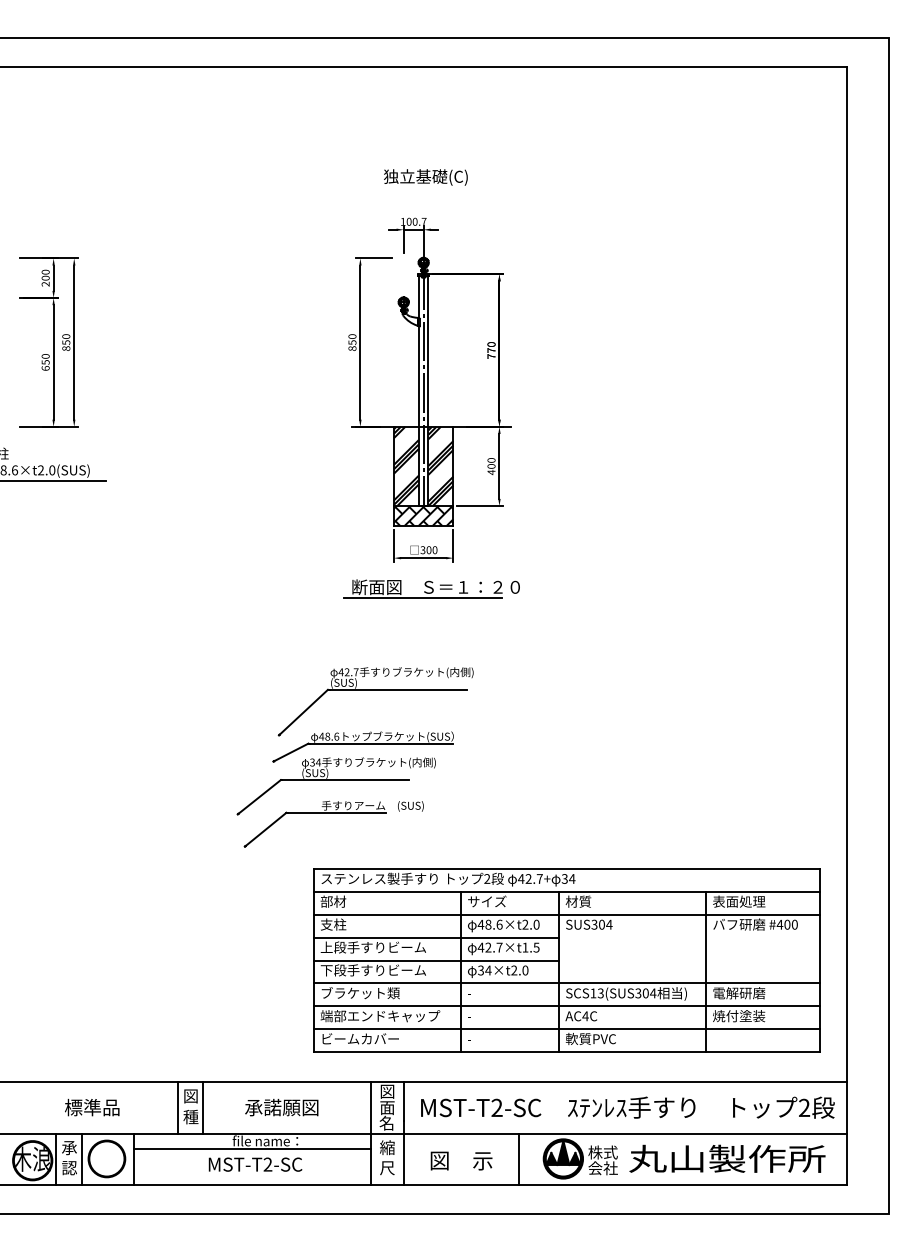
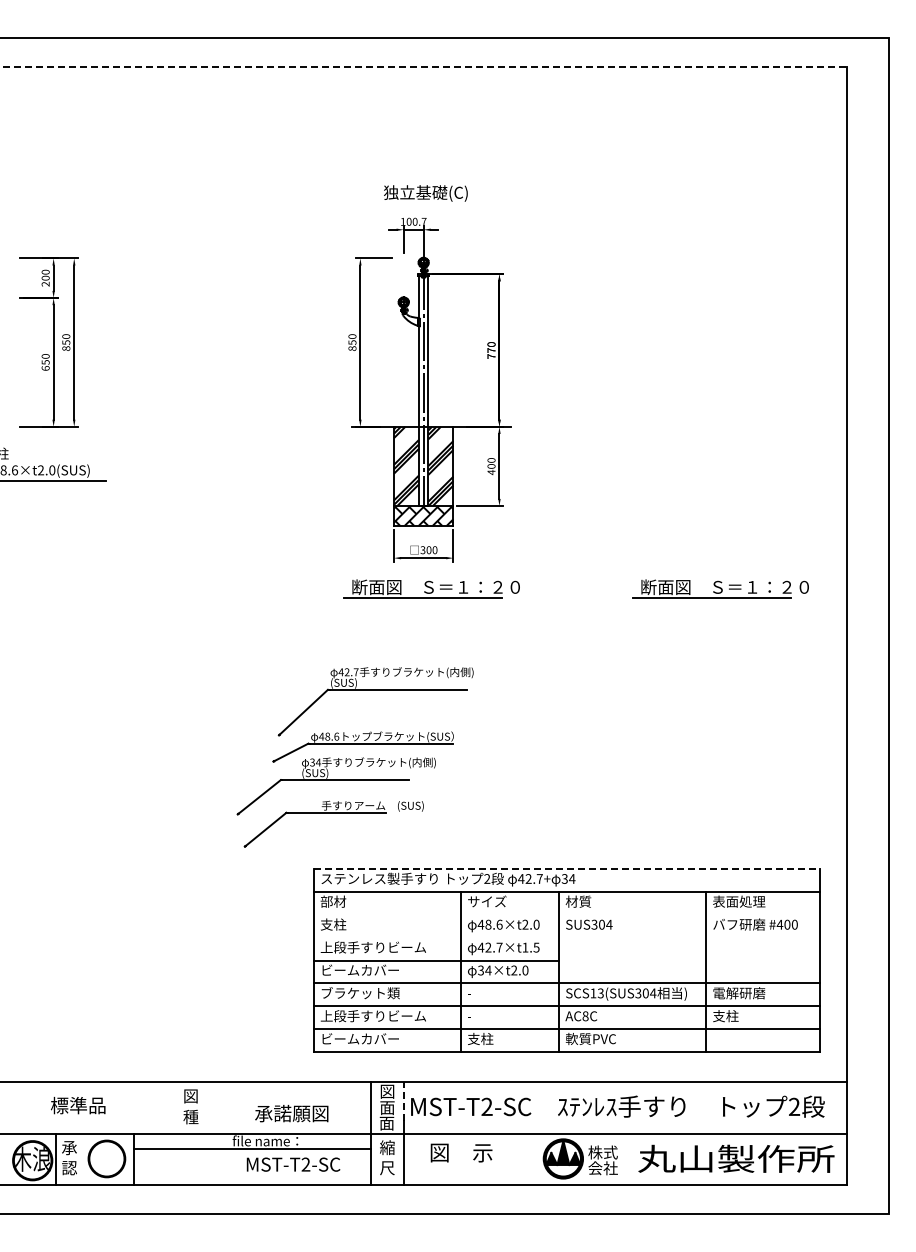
line at (424, 66): solid -> dashed
text at (425, 177) position: (425, 177) -> (425, 193)
part at (720, 588): none -> present
line at (567, 868): solid -> dashed
line at (566, 914): present -> none
line at (435, 937): present -> none
text at (372, 970): 下段手すりビーム -> ビームカバー
text at (380, 1016): 端部エンドキャップ -> 上段手すりビーム
text at (585, 1016): AC4C -> AC8C
text at (739, 1016): 焼付塗装 -> 支柱
text at (480, 1038): - -> 支柱
line at (403, 1100): solid -> dashed
text at (92, 1107) position: (92, 1107) -> (78, 1105)
line at (177, 1107): present -> none
line at (203, 1107): present -> none
text at (281, 1107) position: (281, 1107) -> (291, 1113)
text at (627, 1107) position: (627, 1107) -> (617, 1106)
text at (386, 1122): 名 -> 面
text at (727, 1158) position: (727, 1158) -> (736, 1158)
line at (82, 1159): present -> none
line at (519, 1159): present -> none
text at (461, 1160) position: (461, 1160) -> (461, 1152)
text at (255, 1164) position: (255, 1164) -> (293, 1164)
